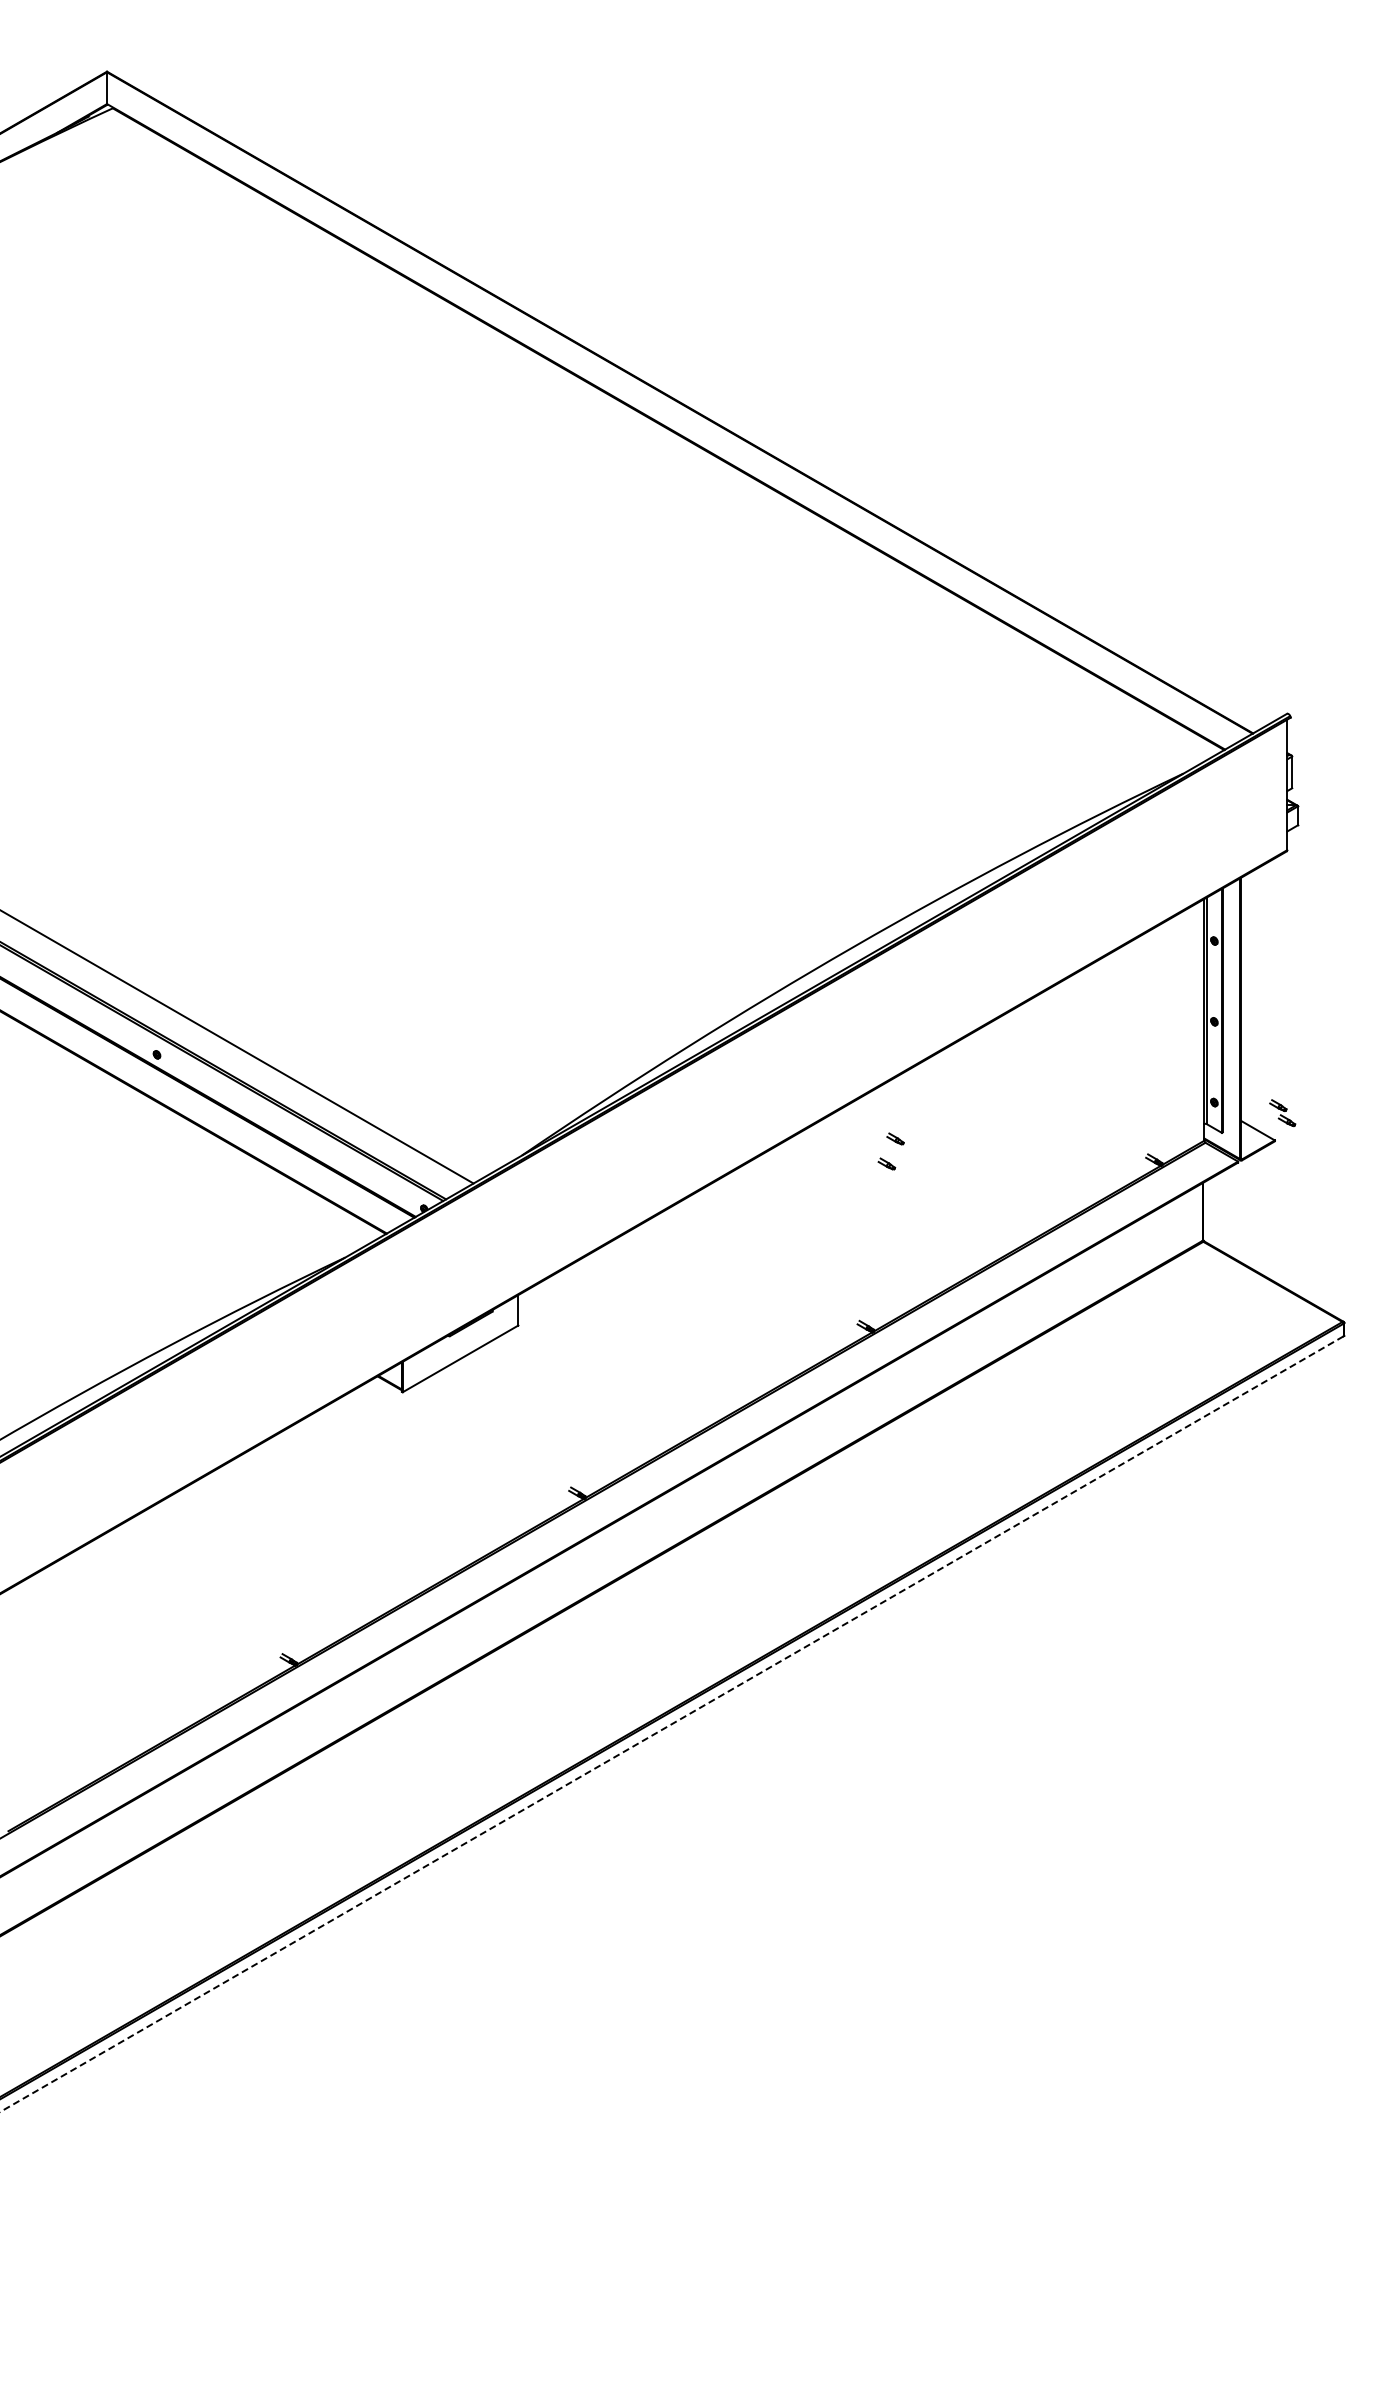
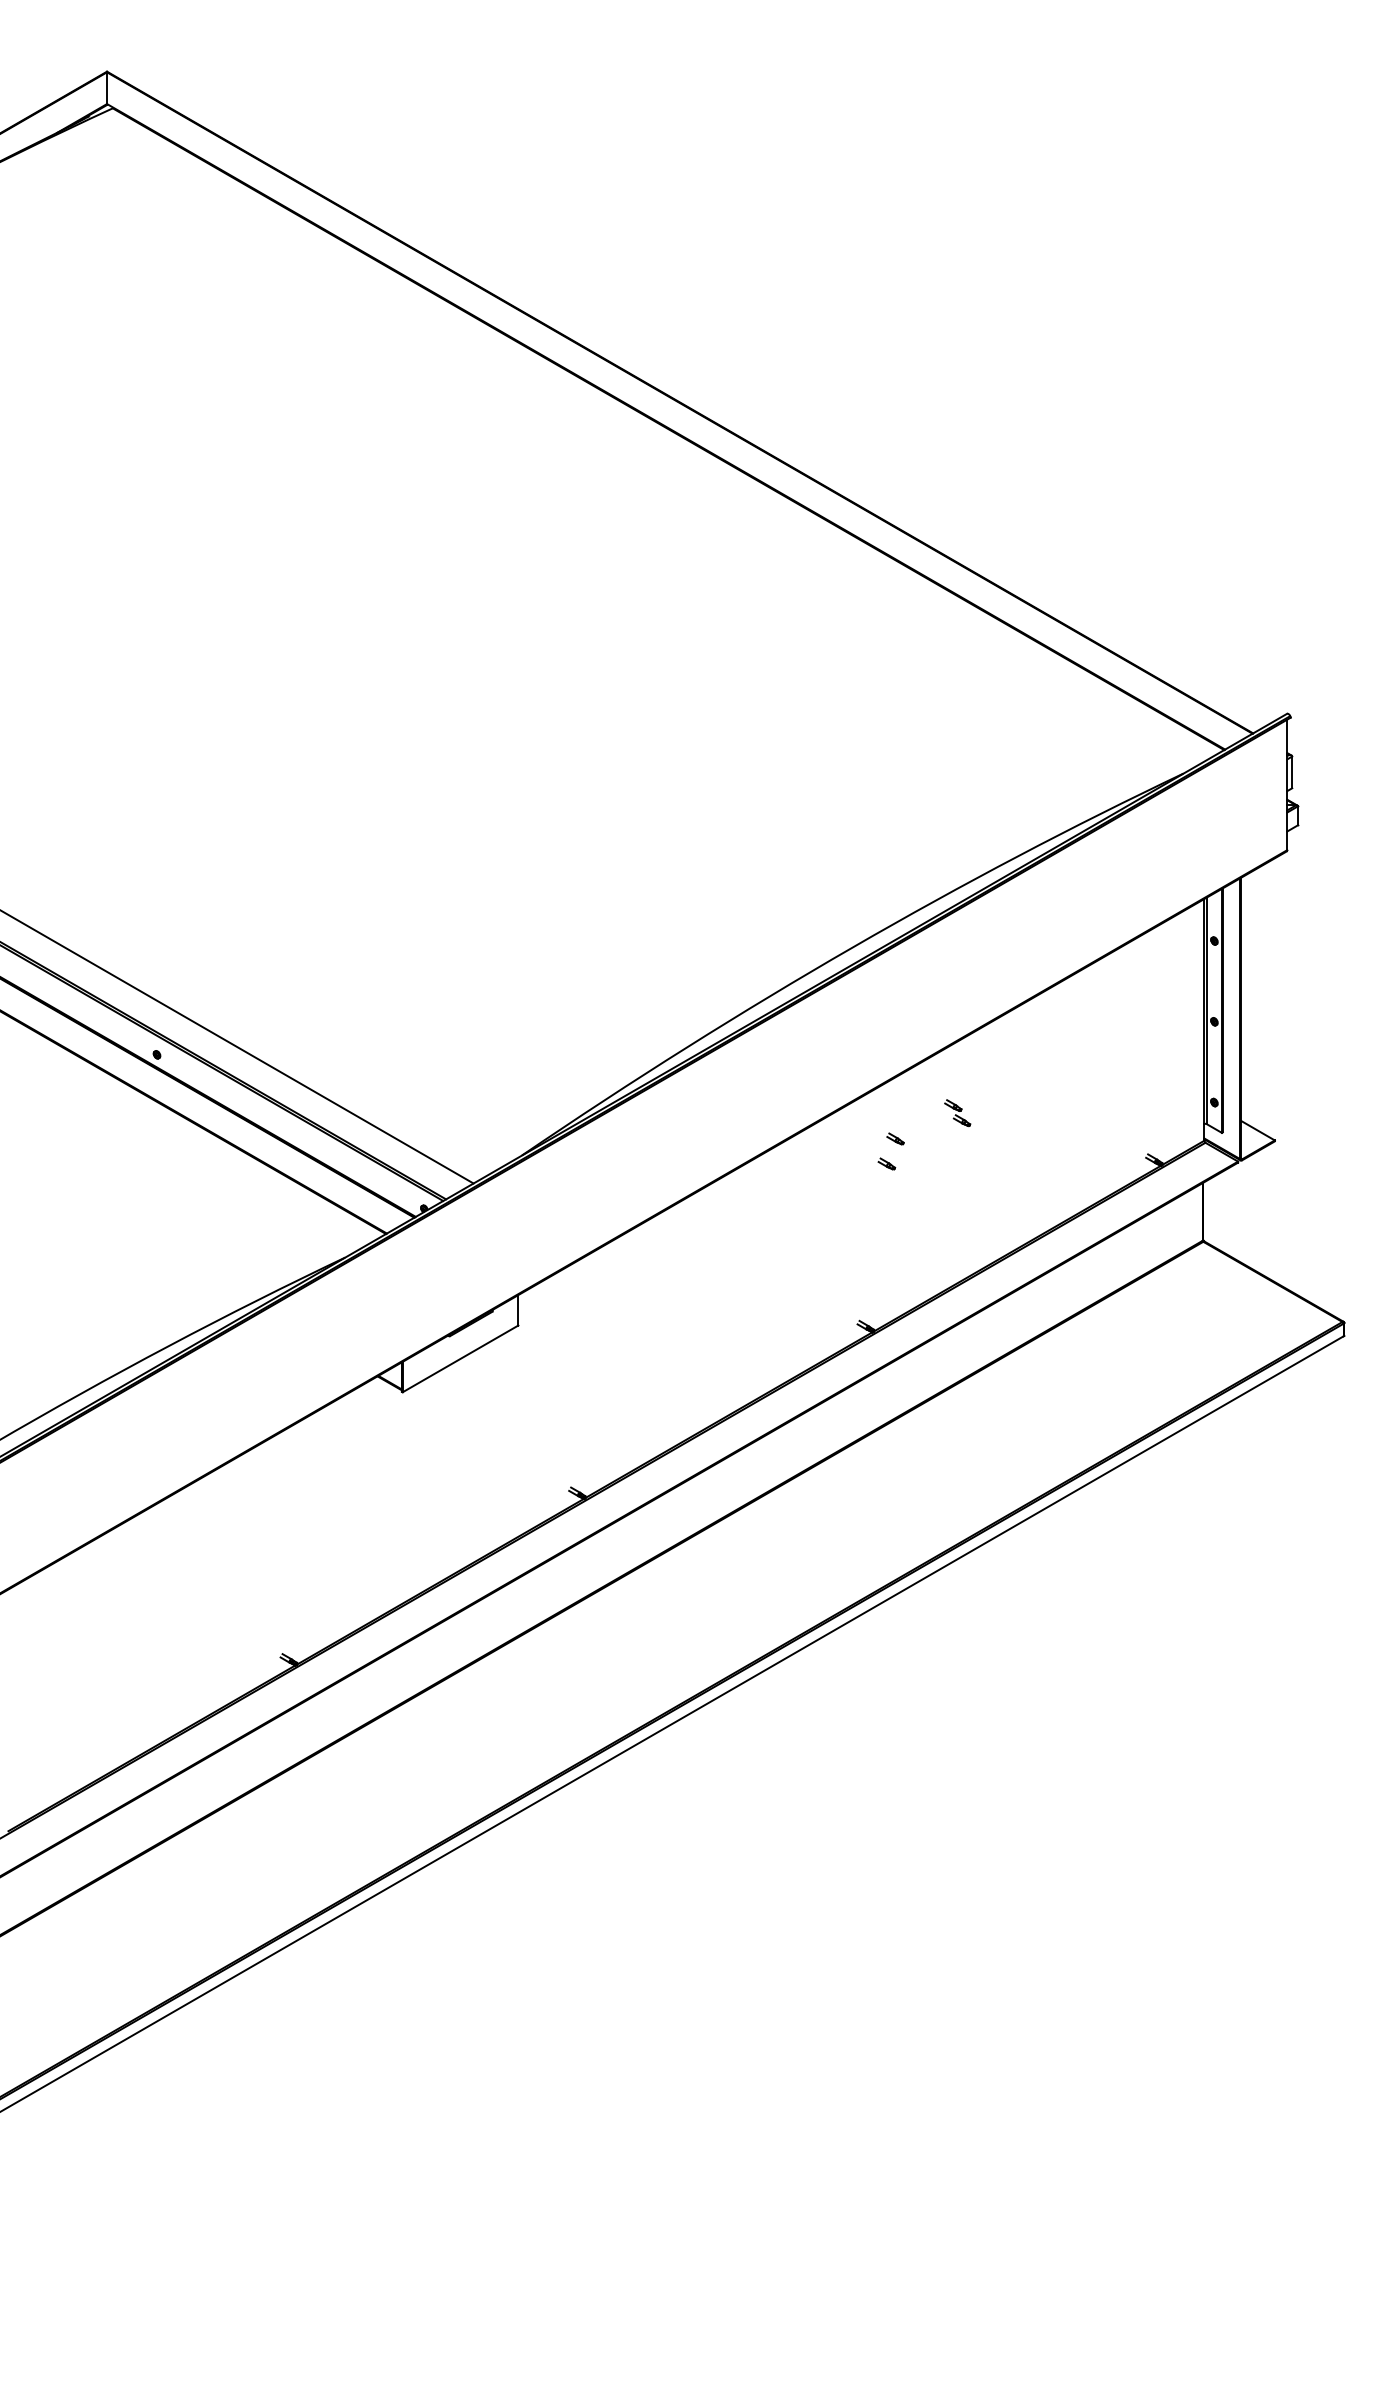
part at (1282, 1113) position: (1282, 1113) -> (957, 1113)
line at (671, 1724): dashed -> solid
